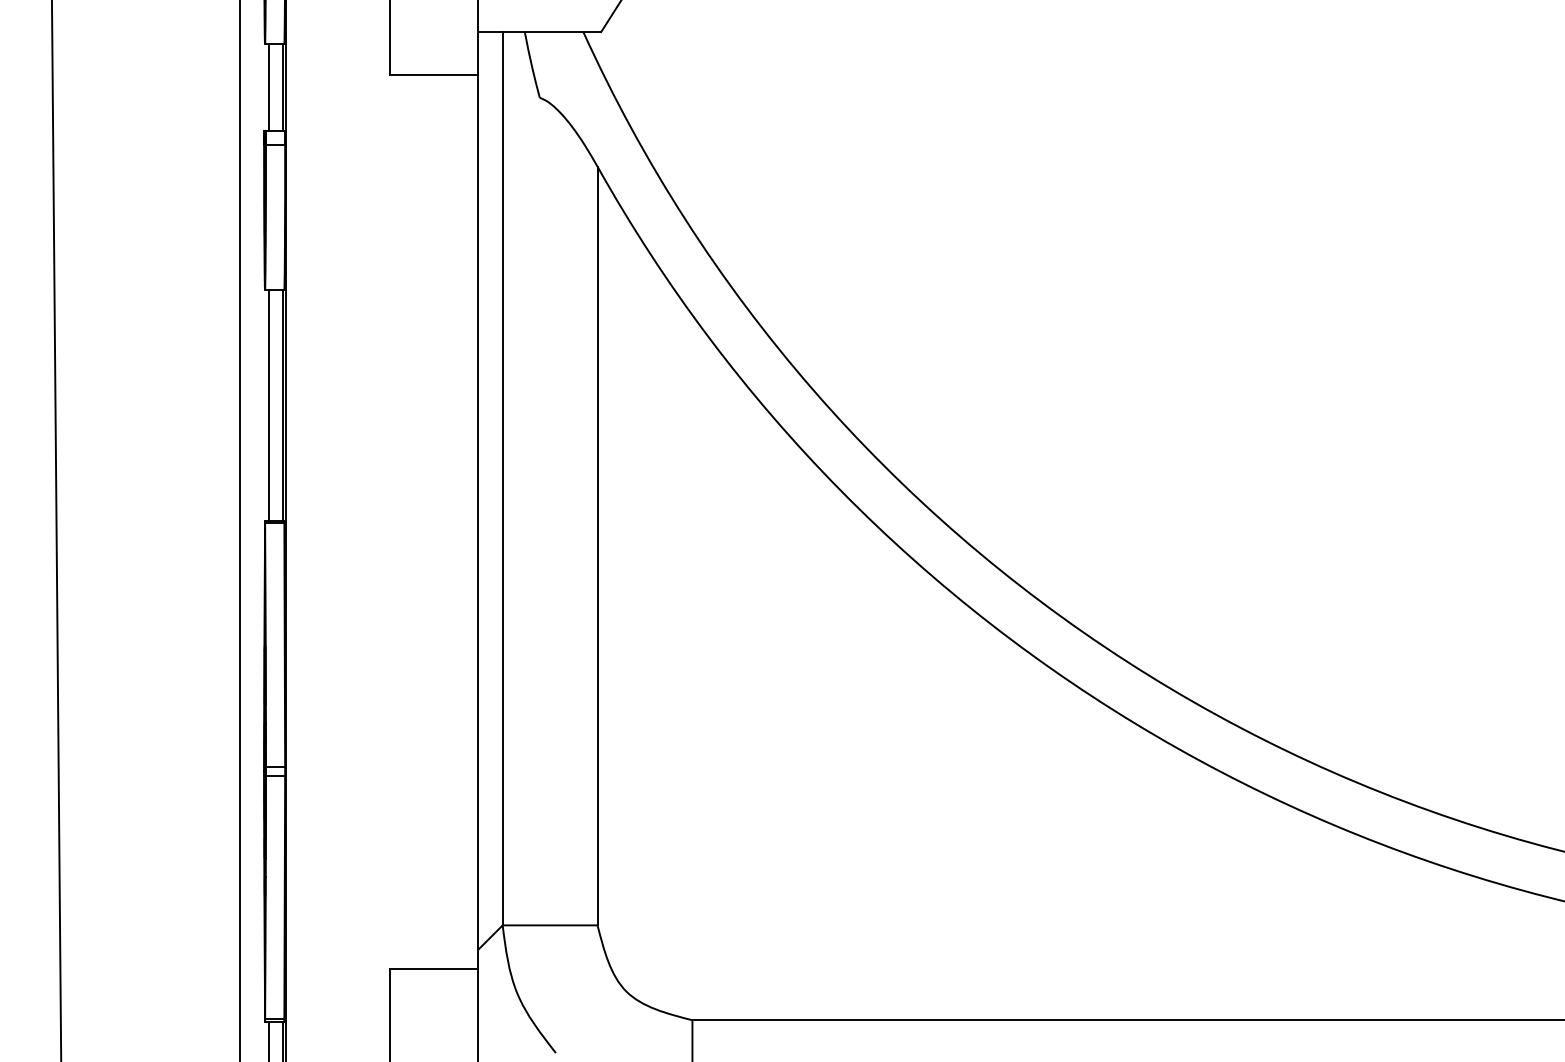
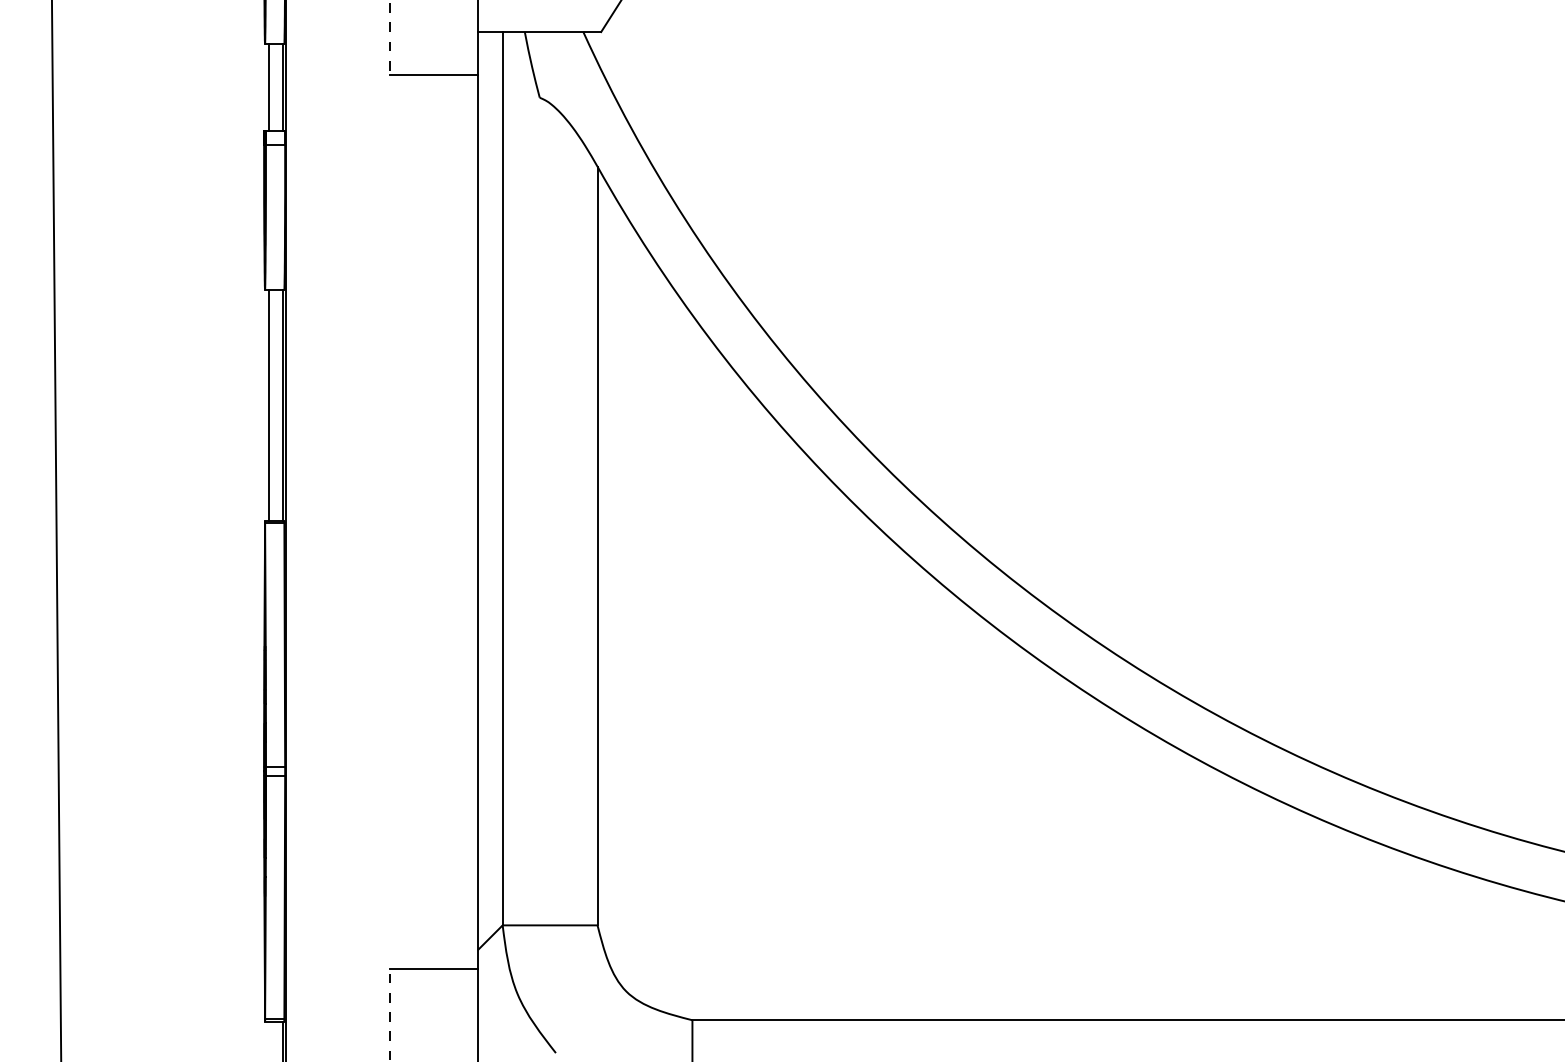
line at (389, 38): solid -> dashed
line at (239, 530): present -> none
line at (389, 1014): solid -> dashed
line at (268, 1039): present -> none
